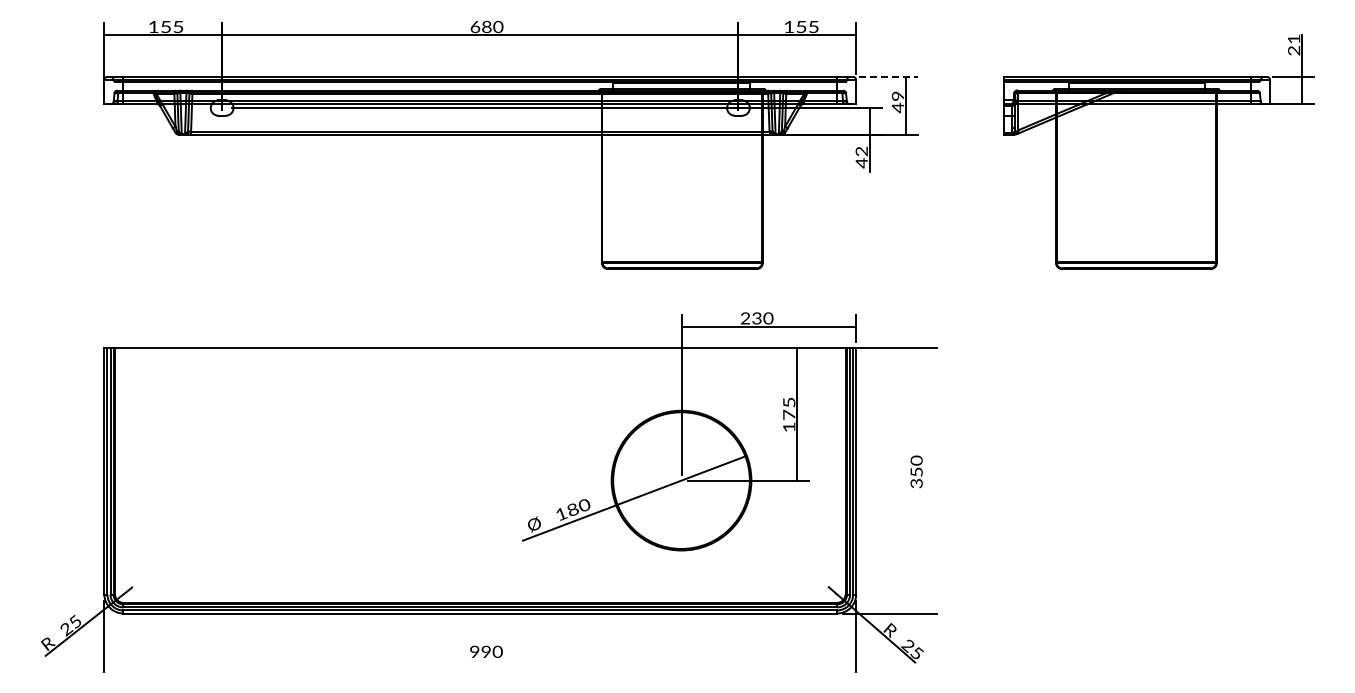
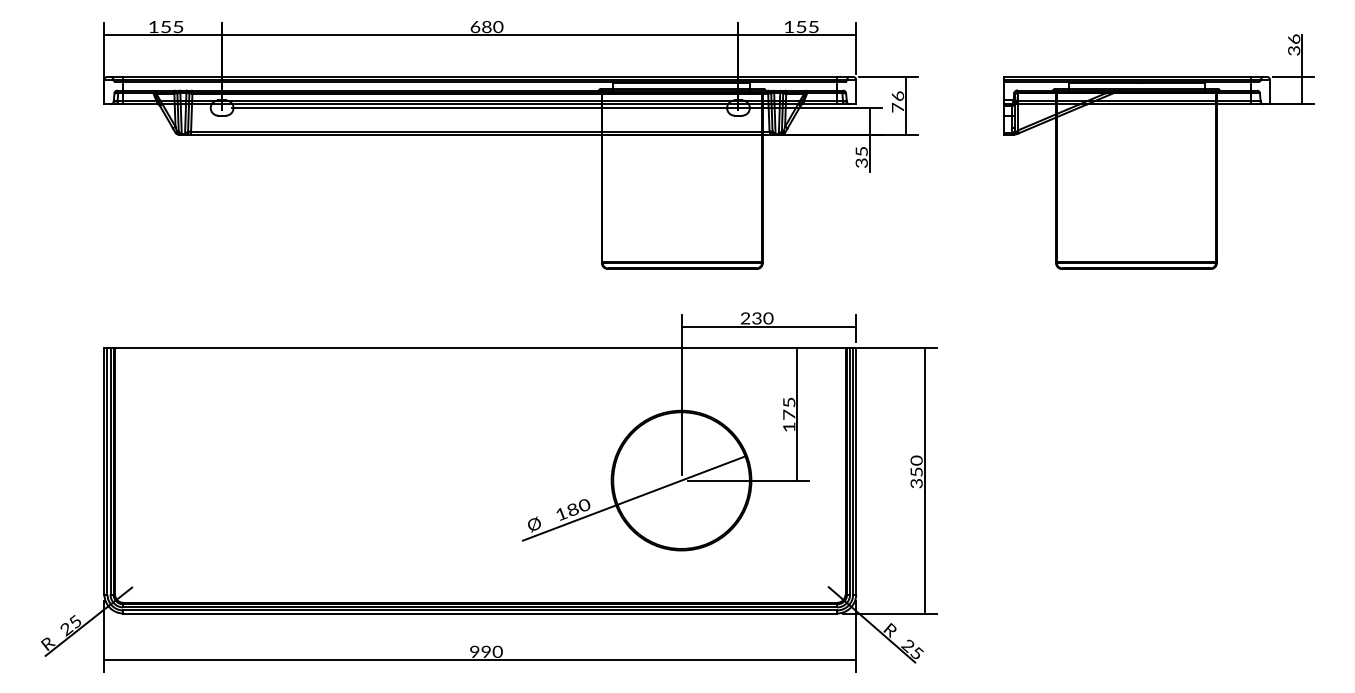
text at (1294, 44): 21 -> 36
line at (888, 76): dashed -> solid
text at (897, 102): 49 -> 76
text at (861, 157): 42 -> 35
line at (924, 480): none -> present
line at (480, 660): none -> present
